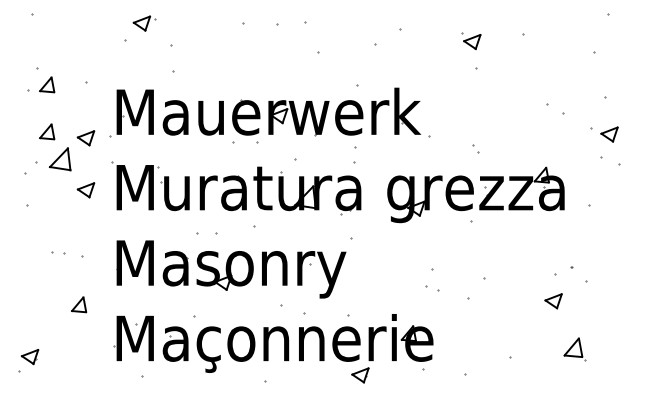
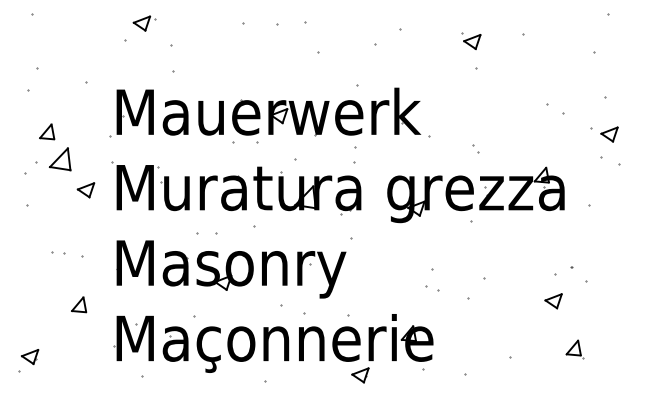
part at (47, 84): present -> none
part at (85, 138): present -> none
part at (574, 349) size: 24x25 px -> 20x21 px
